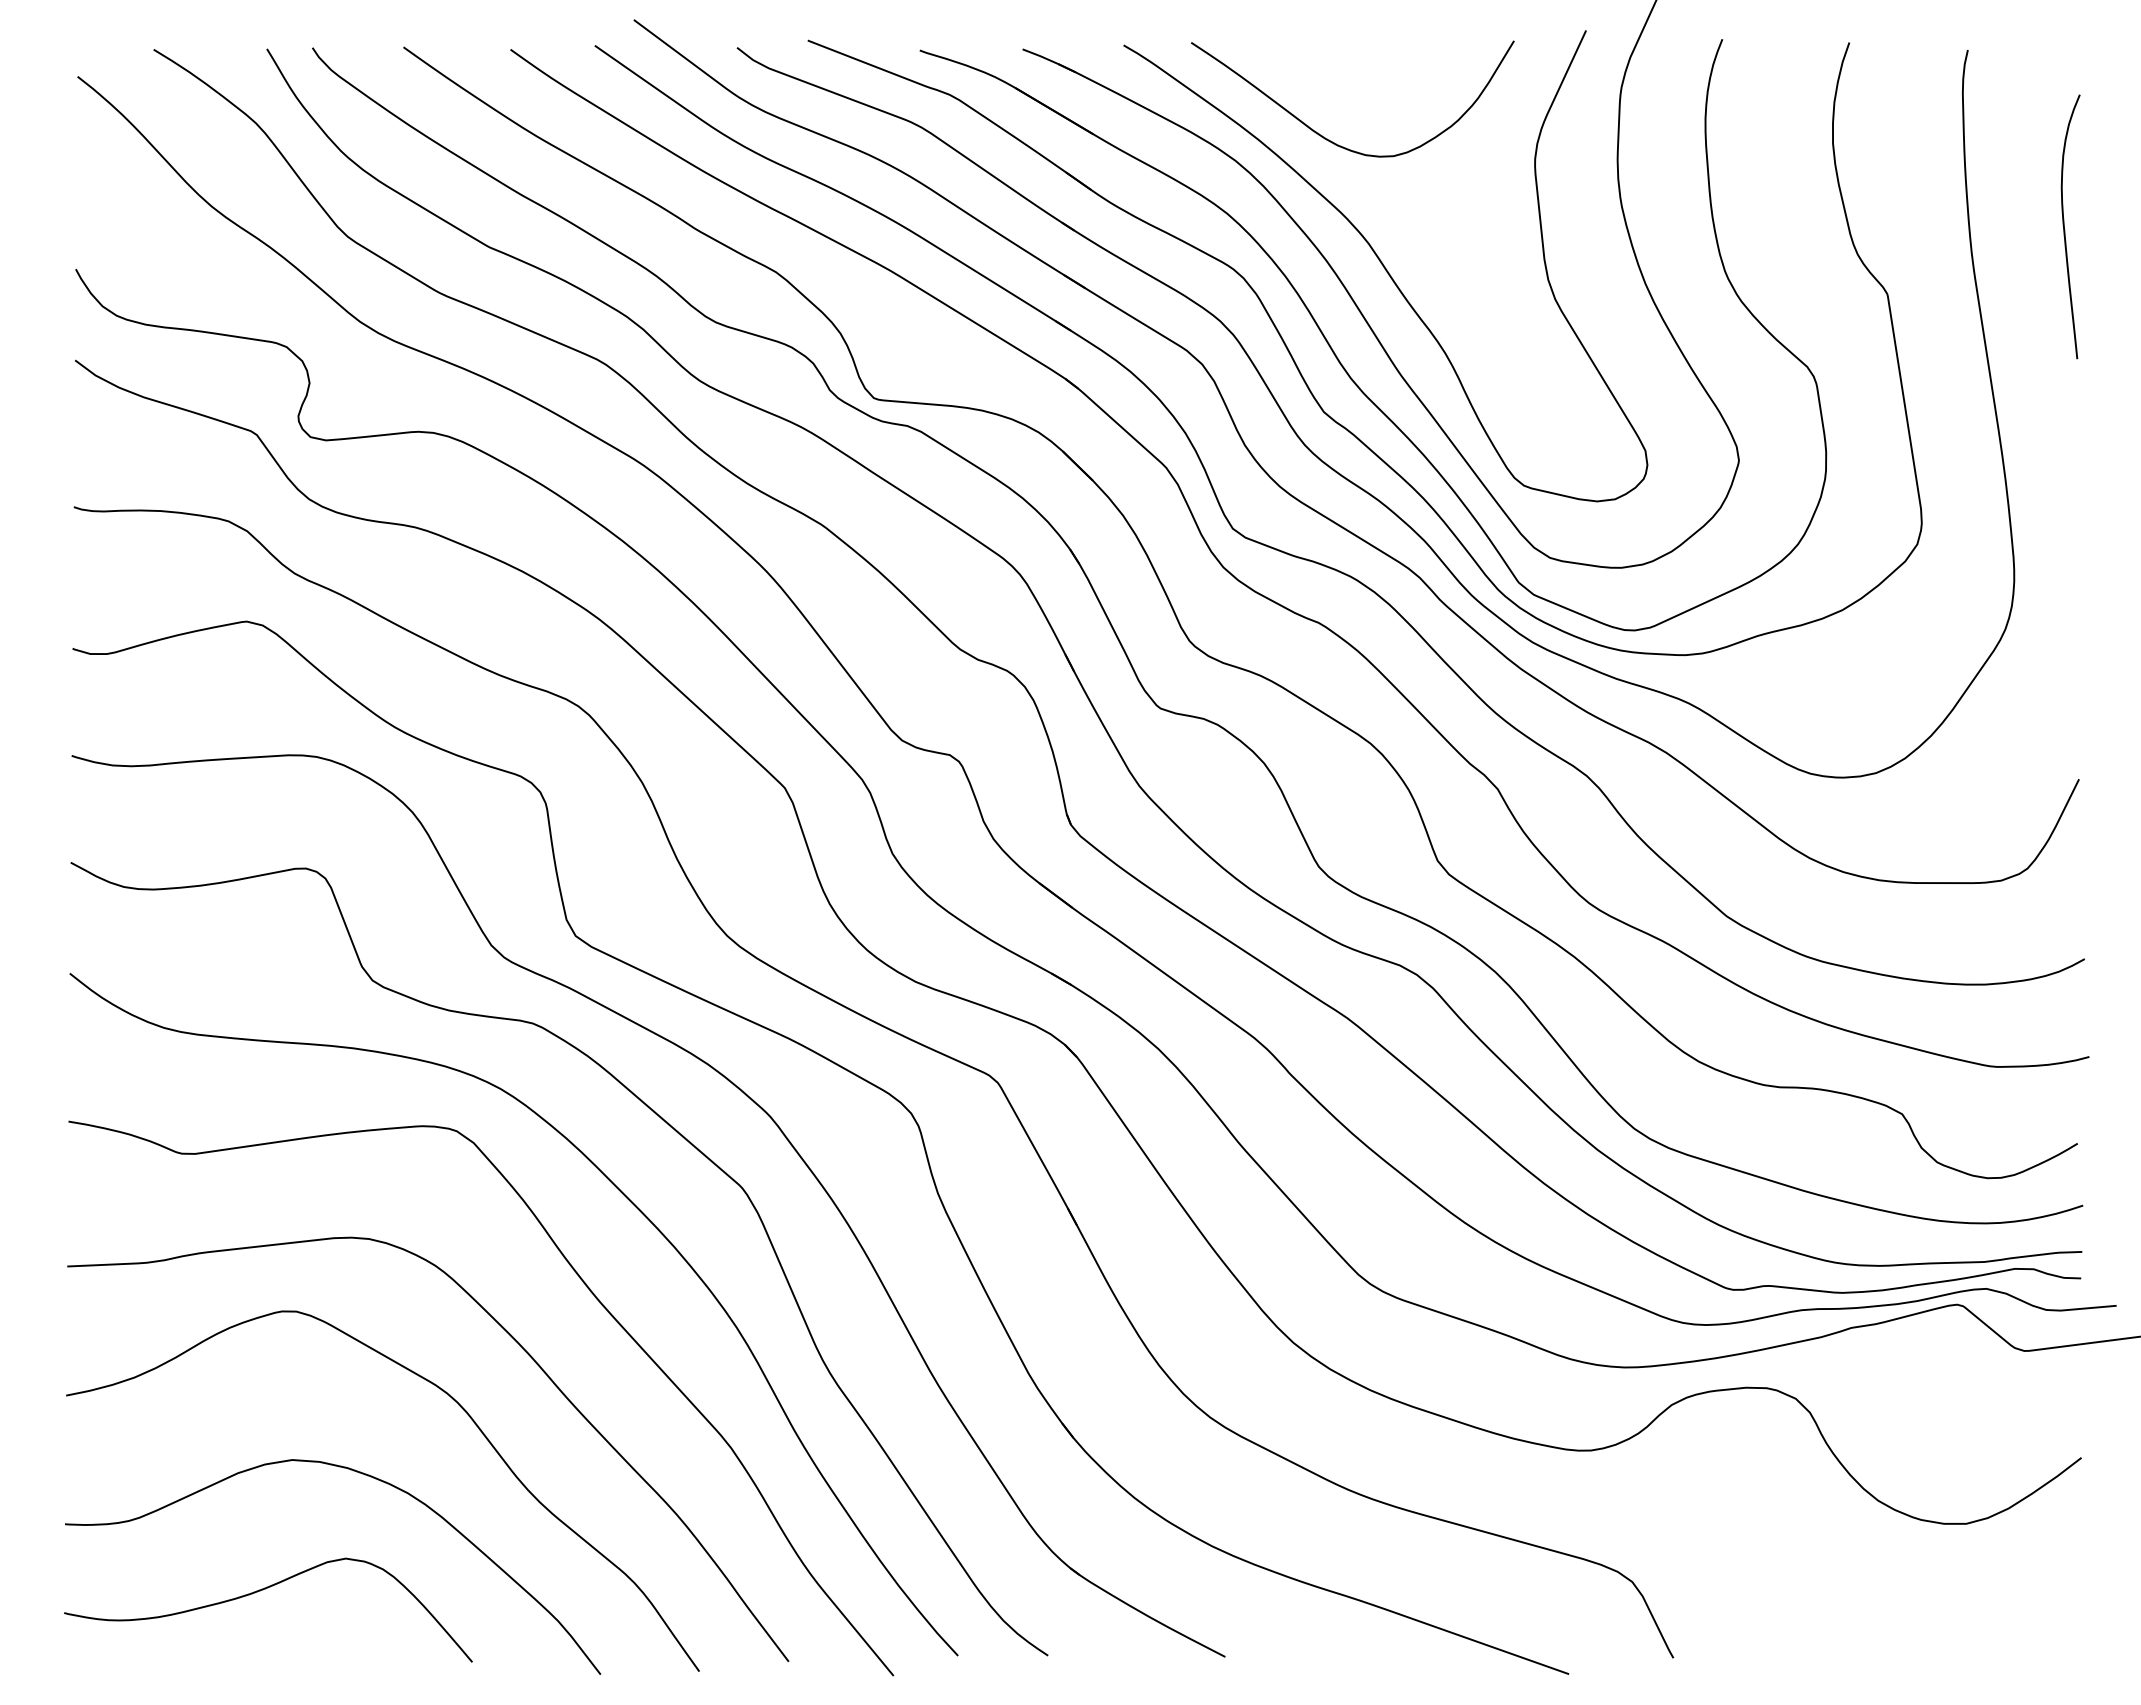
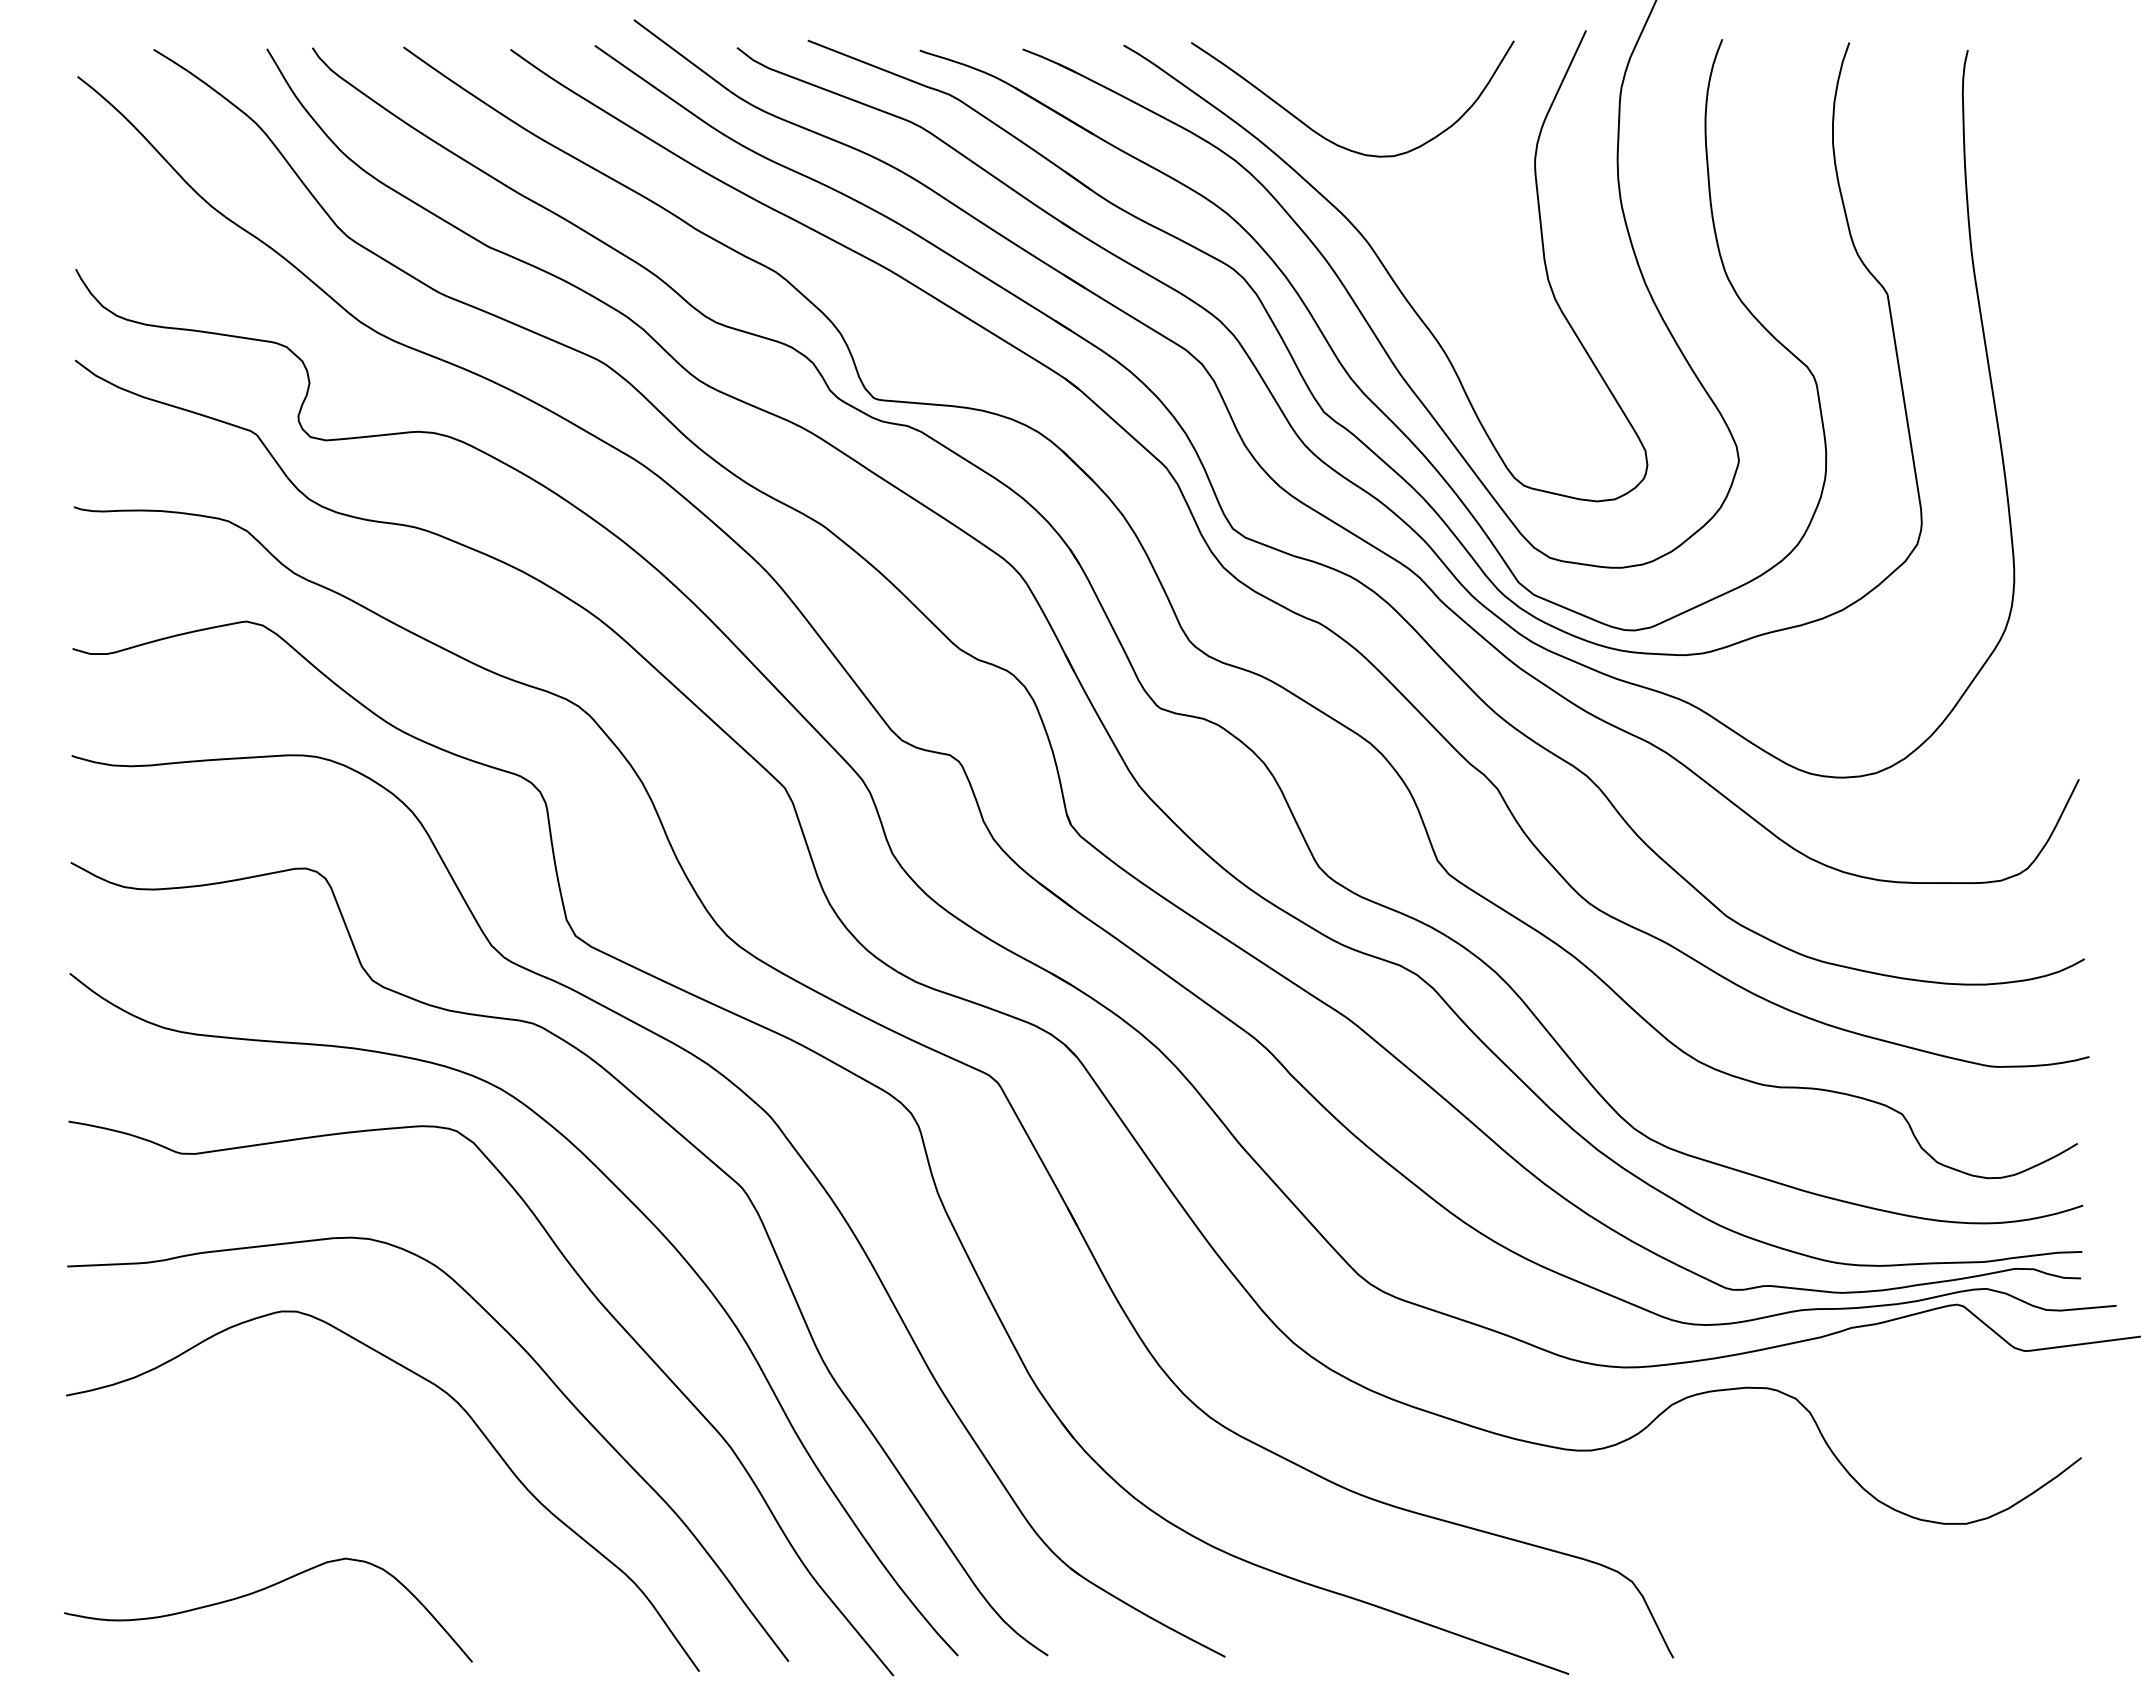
curve at (2065, 229): present -> none
curve at (370, 1477): present -> none
